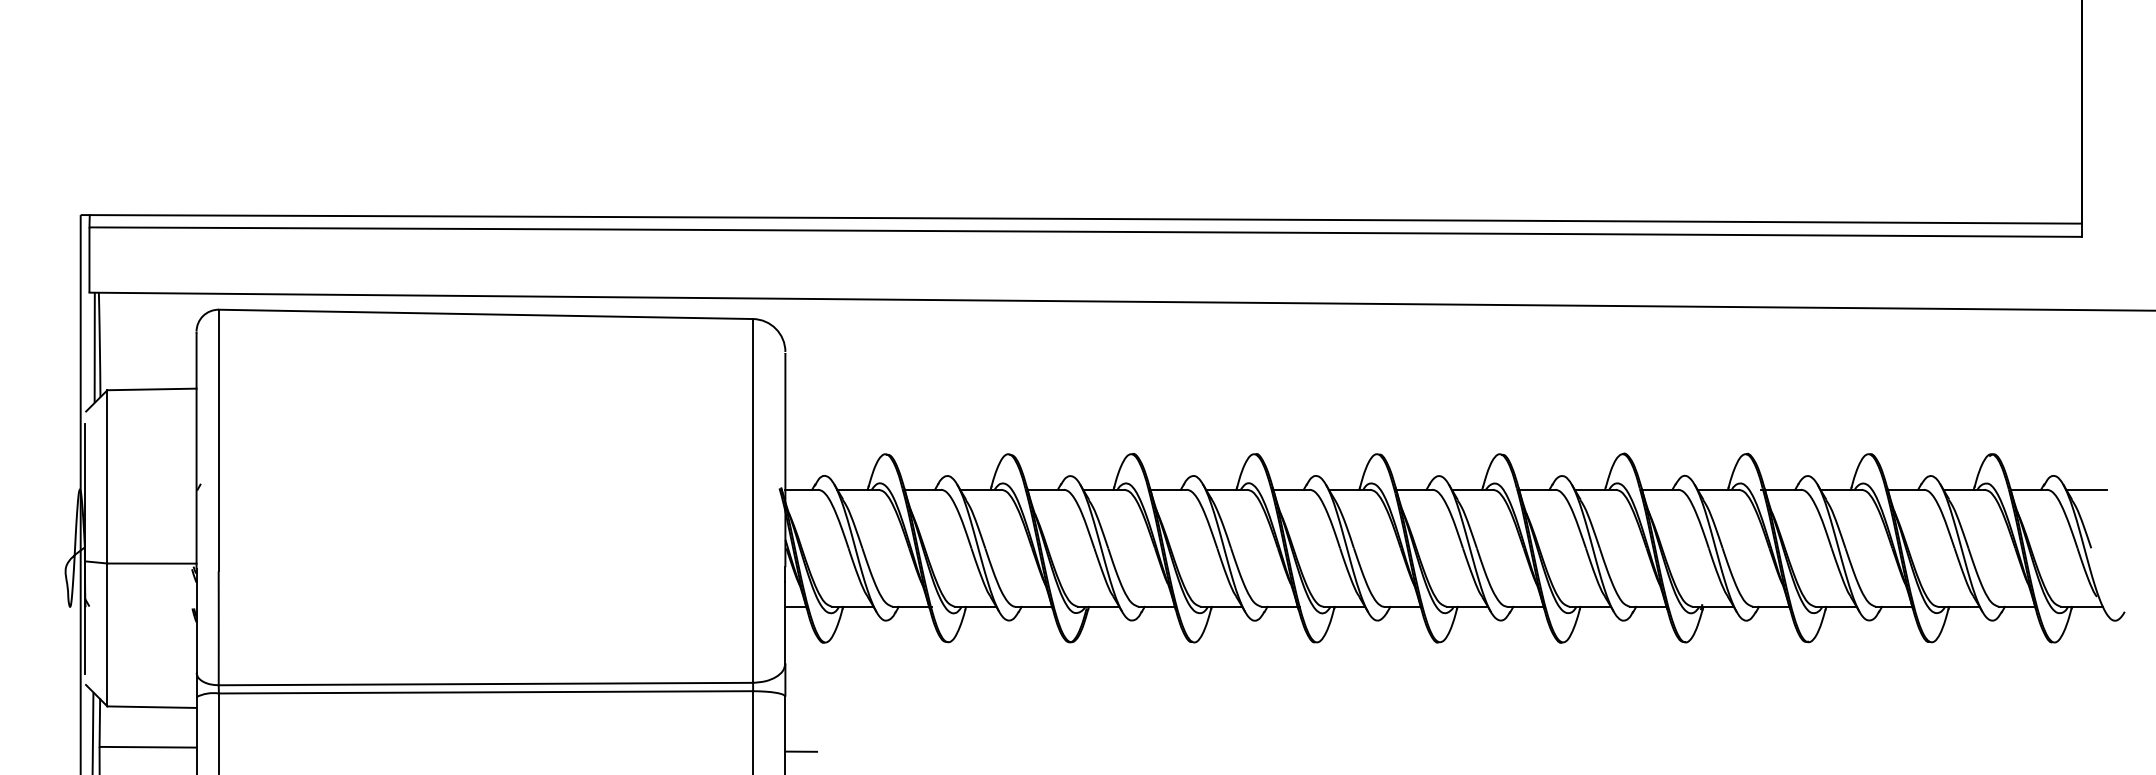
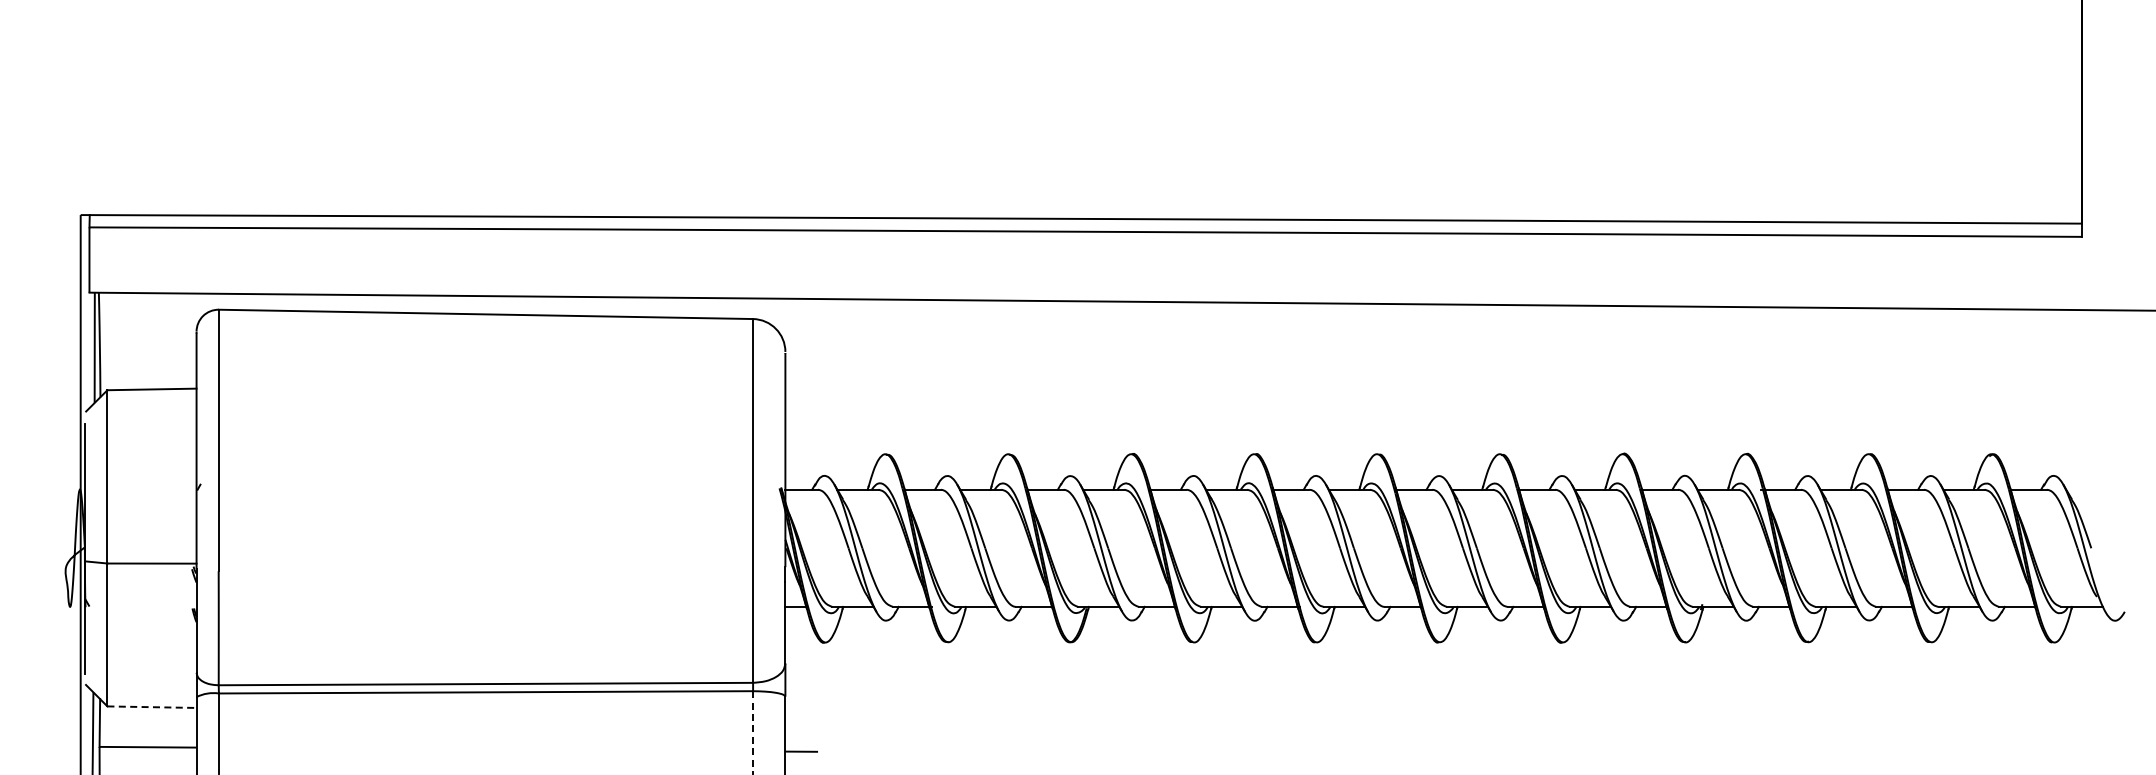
line at (2086, 489): present -> none
line at (152, 707): solid -> dashed
line at (753, 733): solid -> dashed
